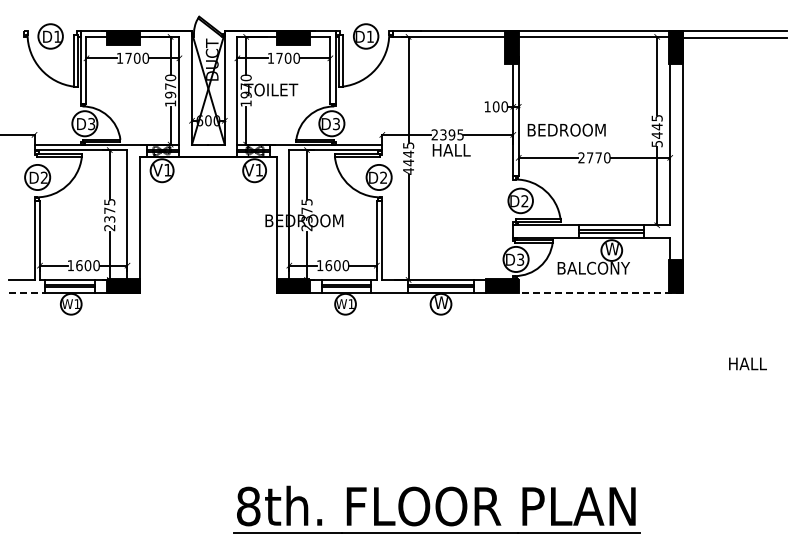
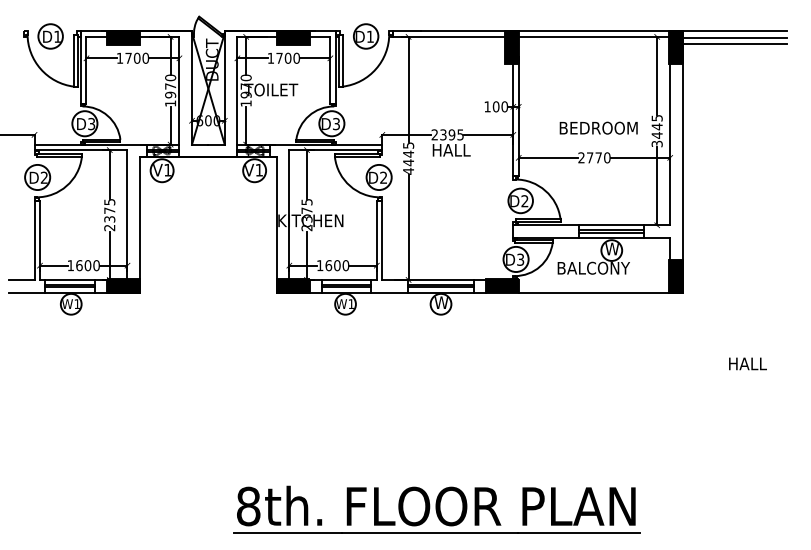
line at (734, 44): none -> present
text at (566, 129) position: (566, 129) -> (598, 127)
text at (656, 143): 5445 -> 3445
text at (303, 220): BEDROOM -> KITCHEN
line at (27, 292): dashed -> solid
line at (600, 292): dashed -> solid
